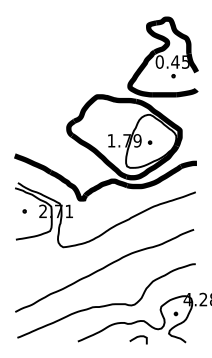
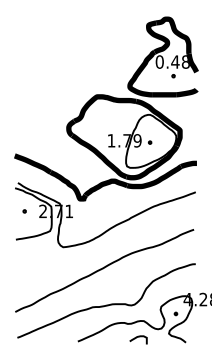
text at (185, 61): 0.45 -> 0.48
